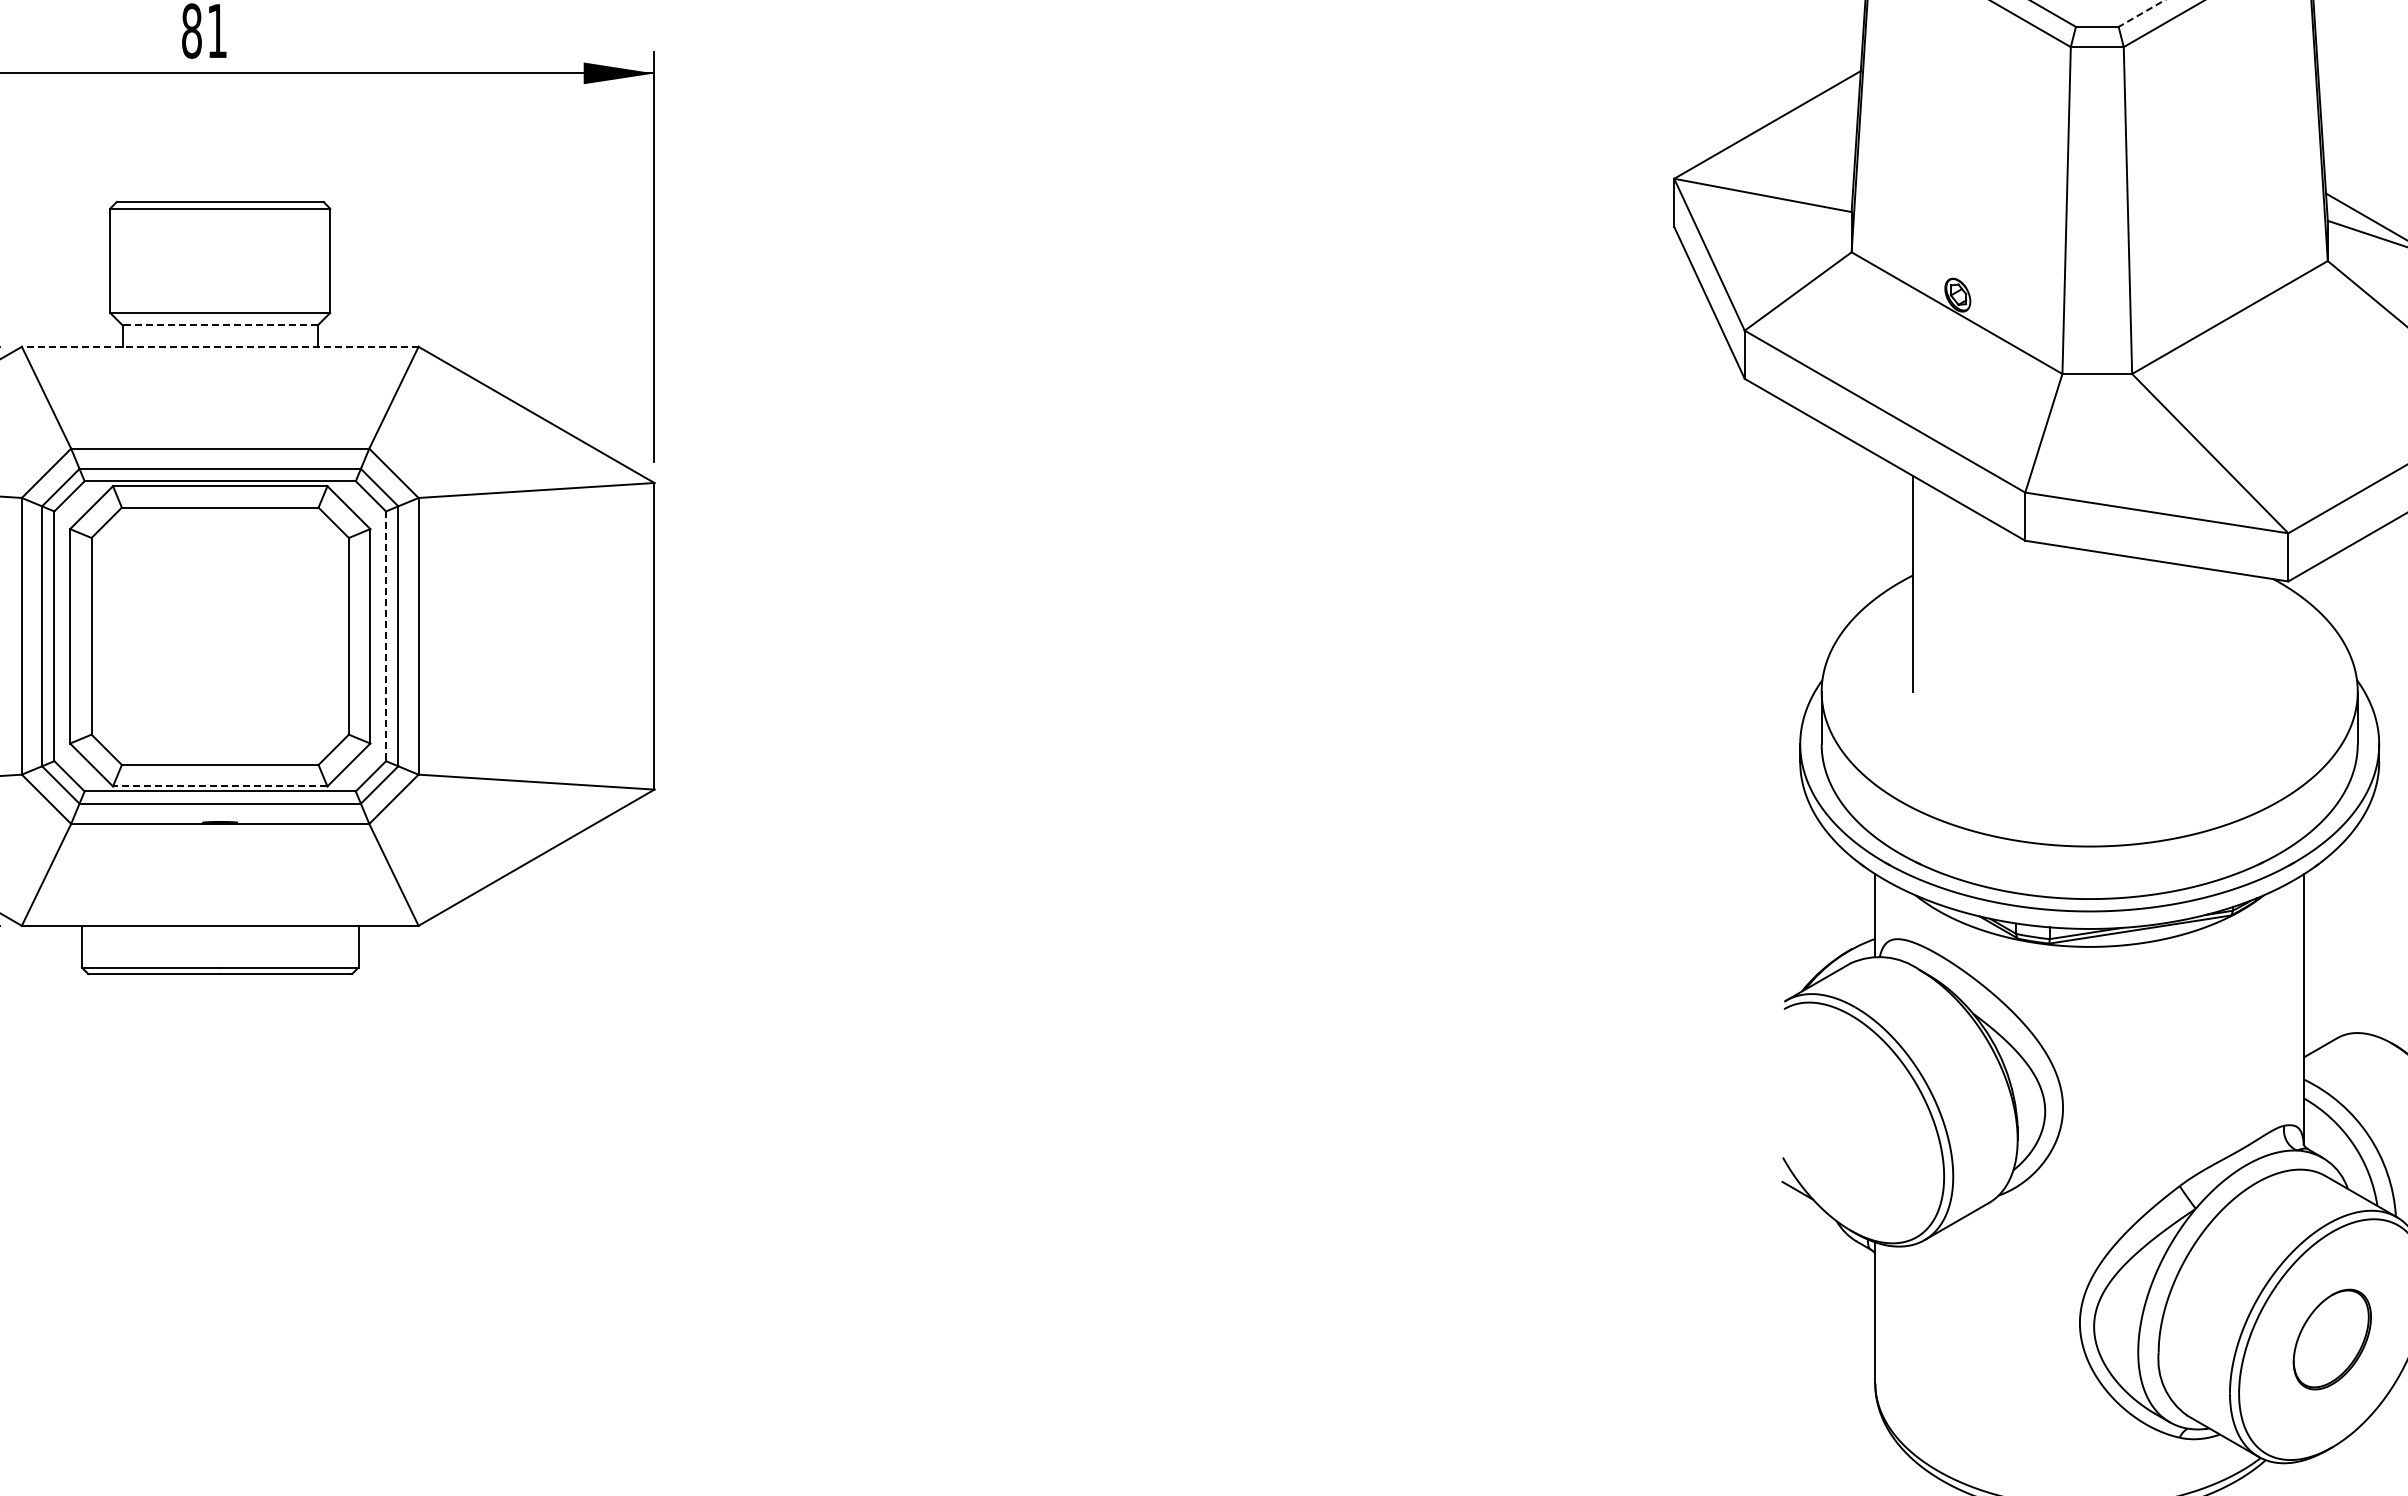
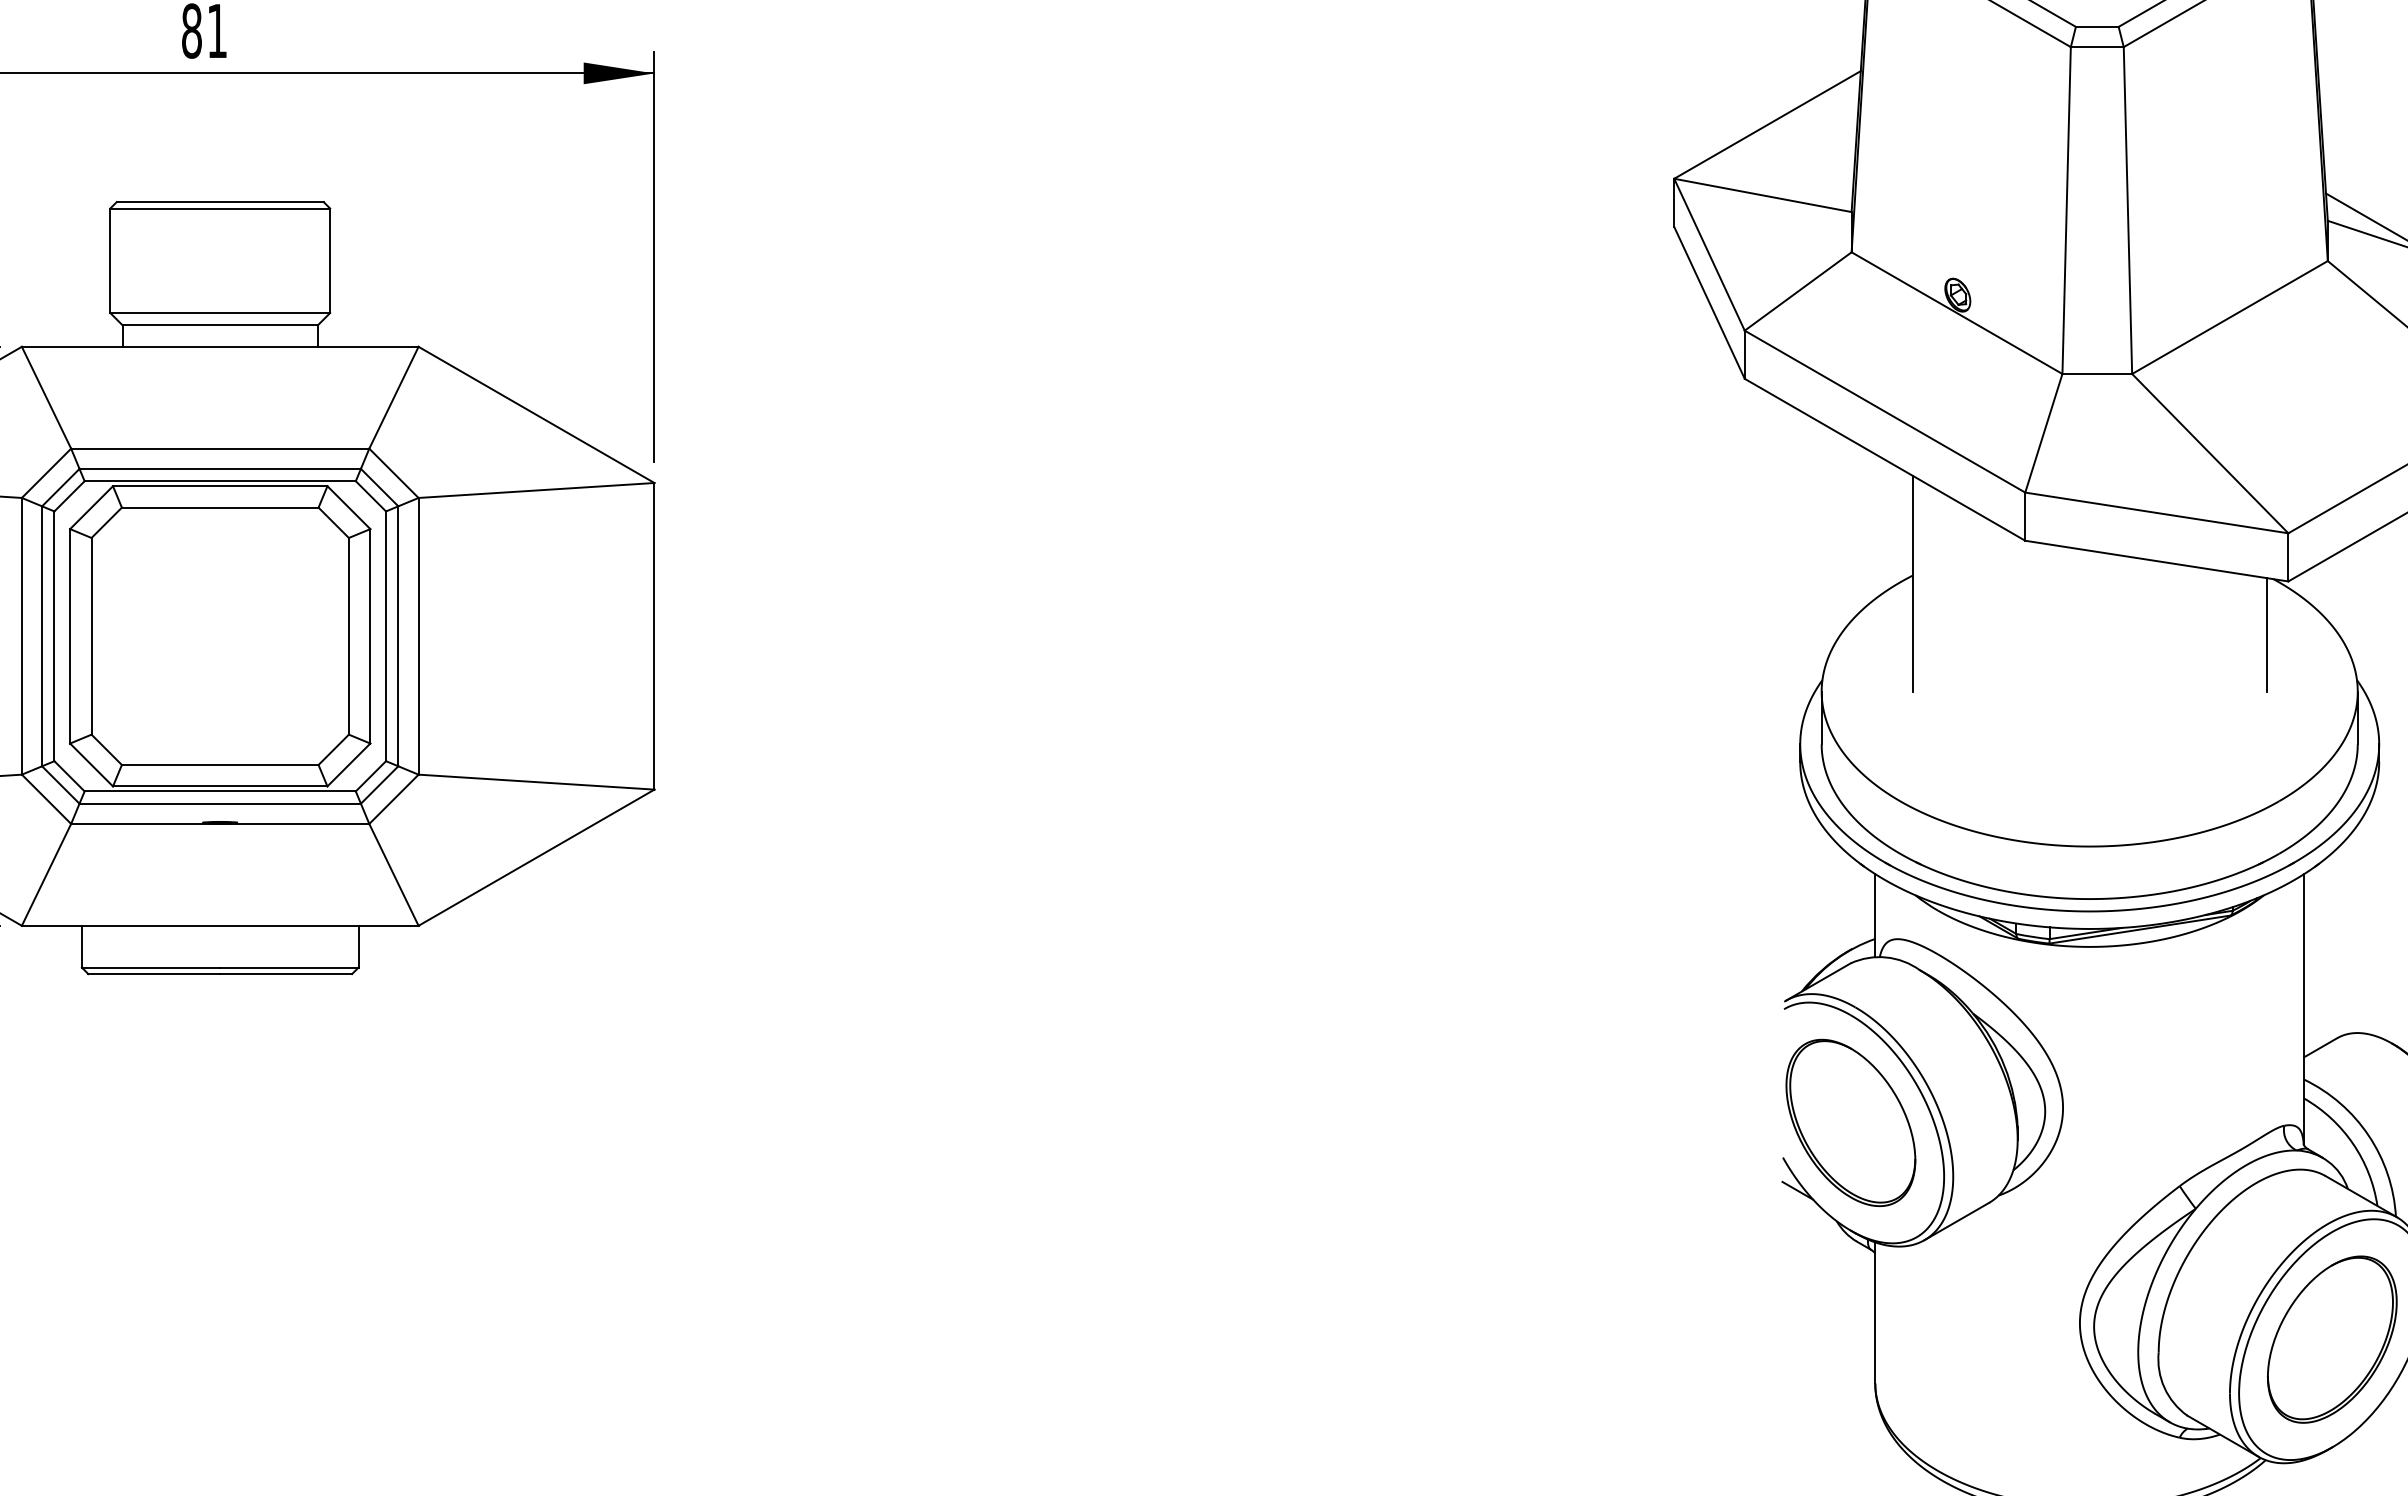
line at (2141, 13): dashed -> solid
line at (220, 325): dashed -> solid
line at (219, 346): dashed -> solid
line at (2266, 634): none -> present
line at (386, 636): dashed -> solid
line at (219, 786): dashed -> solid
part at (1850, 1122): none -> present
part at (2331, 1339) size: 80x103 px -> 131x169 px
